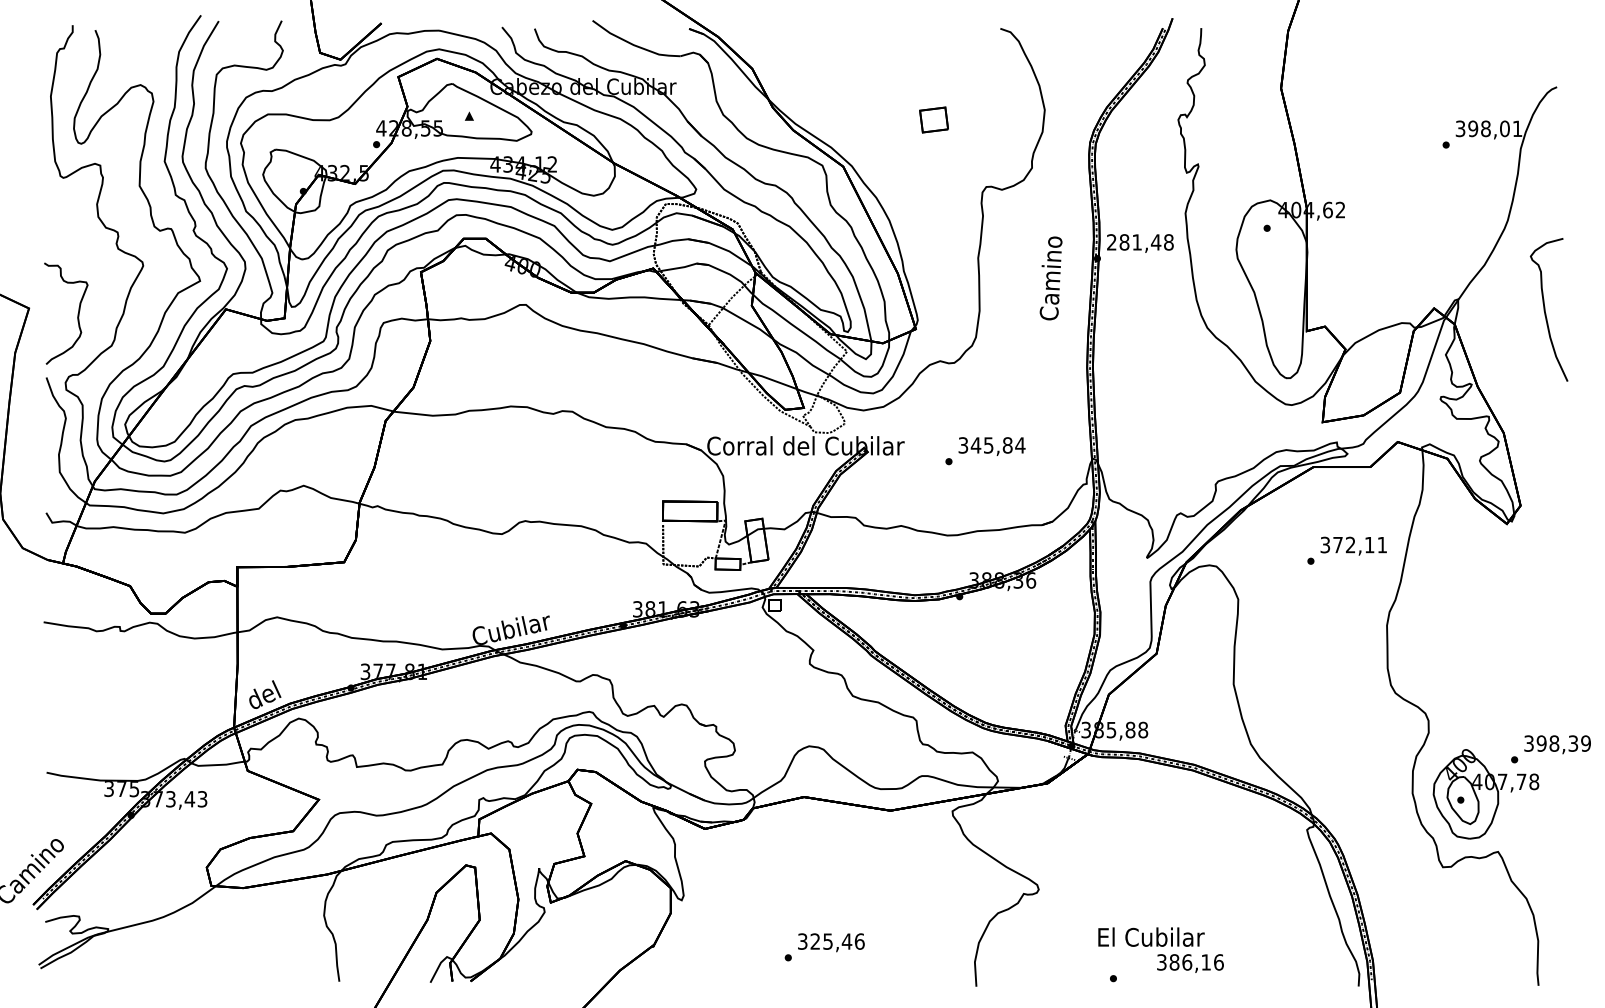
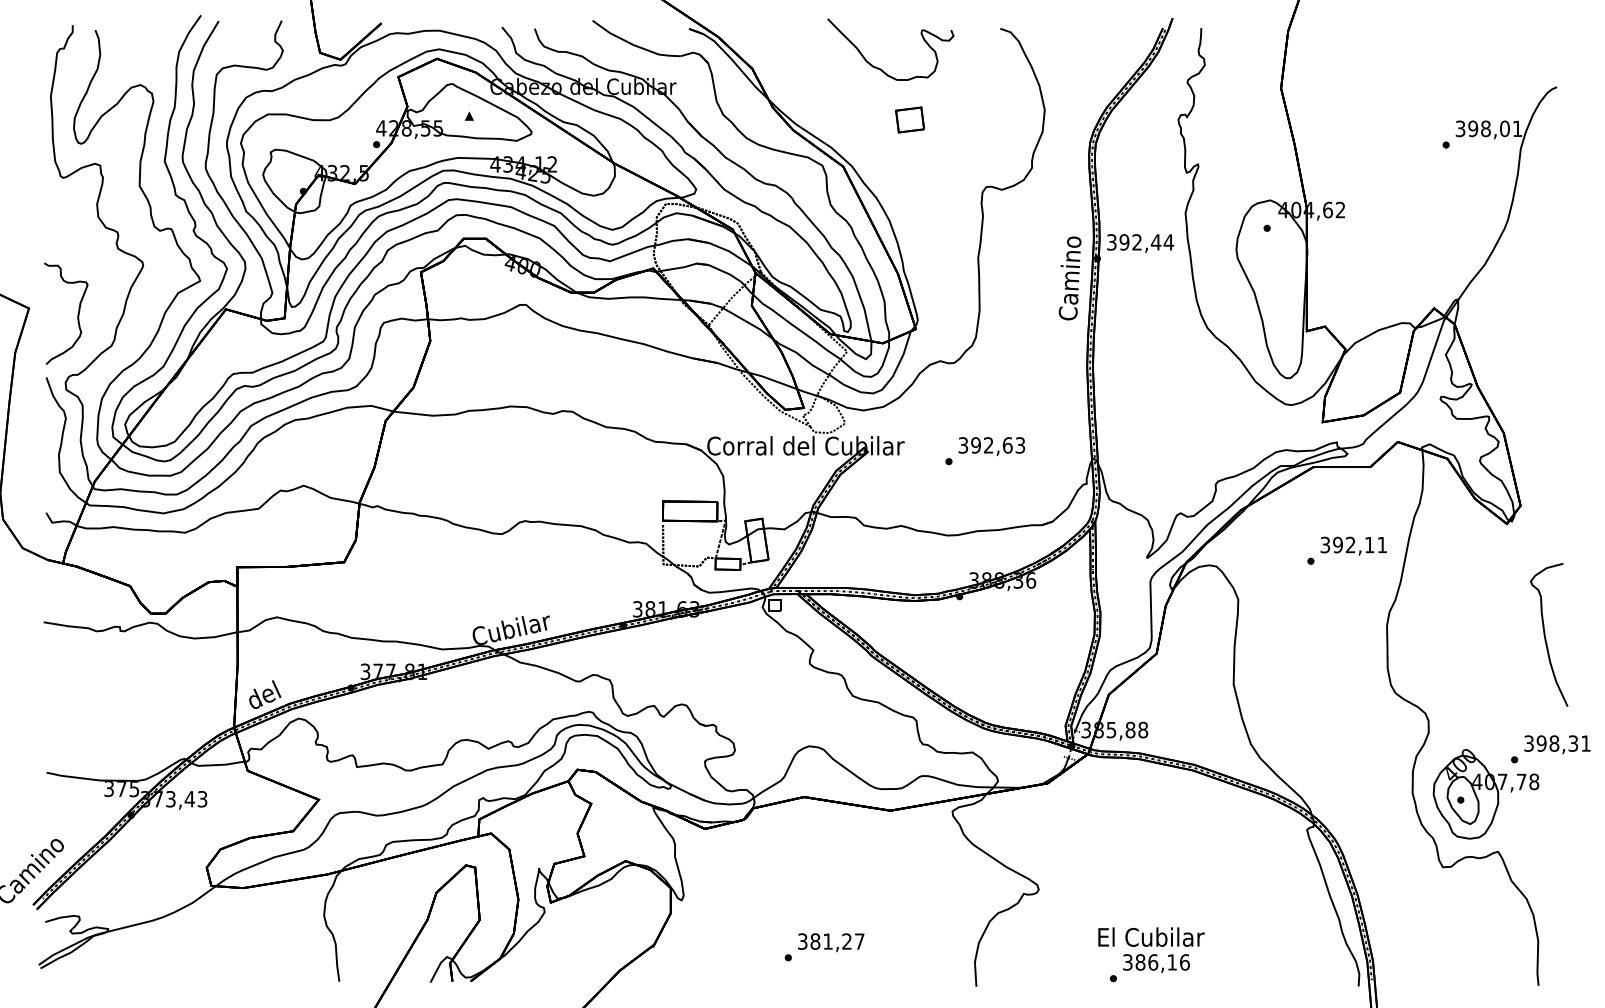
curve at (880, 68): none -> present
part at (933, 119) position: (933, 119) -> (909, 119)
text at (1140, 242): 281,48 -> 392,44
text at (1050, 278) position: (1050, 278) -> (1069, 278)
curve at (1545, 309) position: (1545, 309) -> (1545, 634)
text at (997, 445): 345,84 -> 392,63
text at (1337, 544): 372,11 -> 392,11
text at (1585, 743): 398,39 -> 398,31
text at (837, 941): 325,46 -> 381,27
text at (1190, 963) position: (1190, 963) -> (1156, 963)
